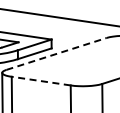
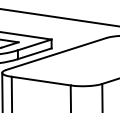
line at (56, 53): dashed -> solid
line at (41, 81): dashed -> solid
